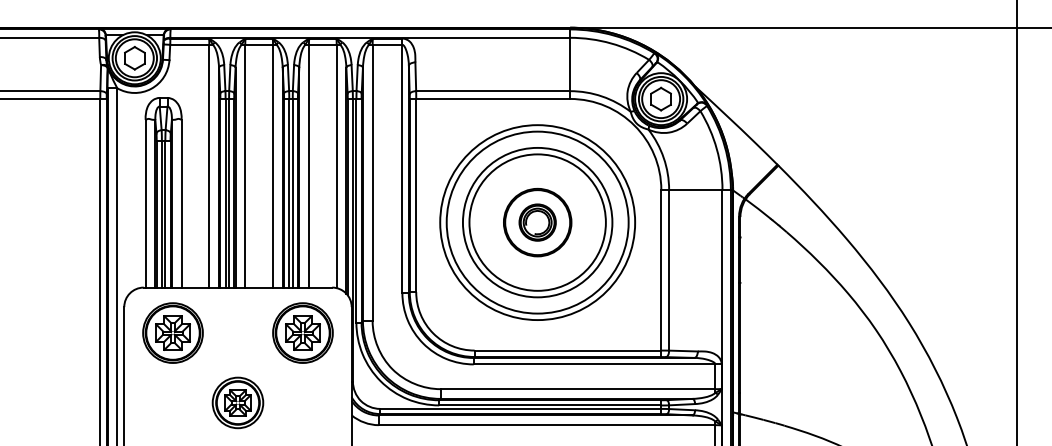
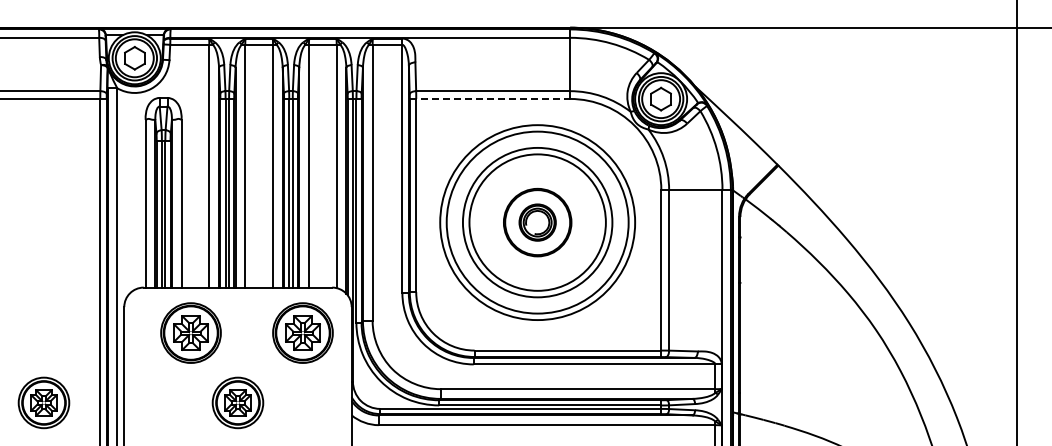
line at (490, 98): solid -> dashed
part at (172, 332) position: (172, 332) -> (190, 332)
part at (43, 402): none -> present
